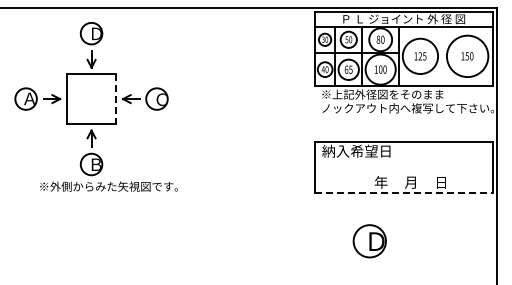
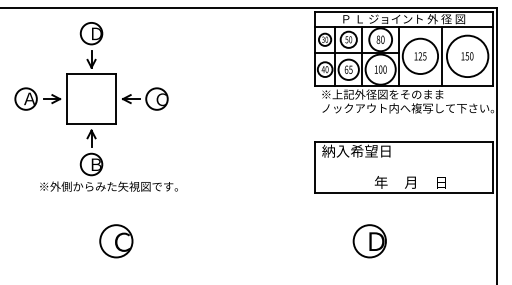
line at (441, 56): none -> present
line at (116, 99): dashed -> solid
line at (404, 192): dashed -> solid
part at (116, 241): none -> present
